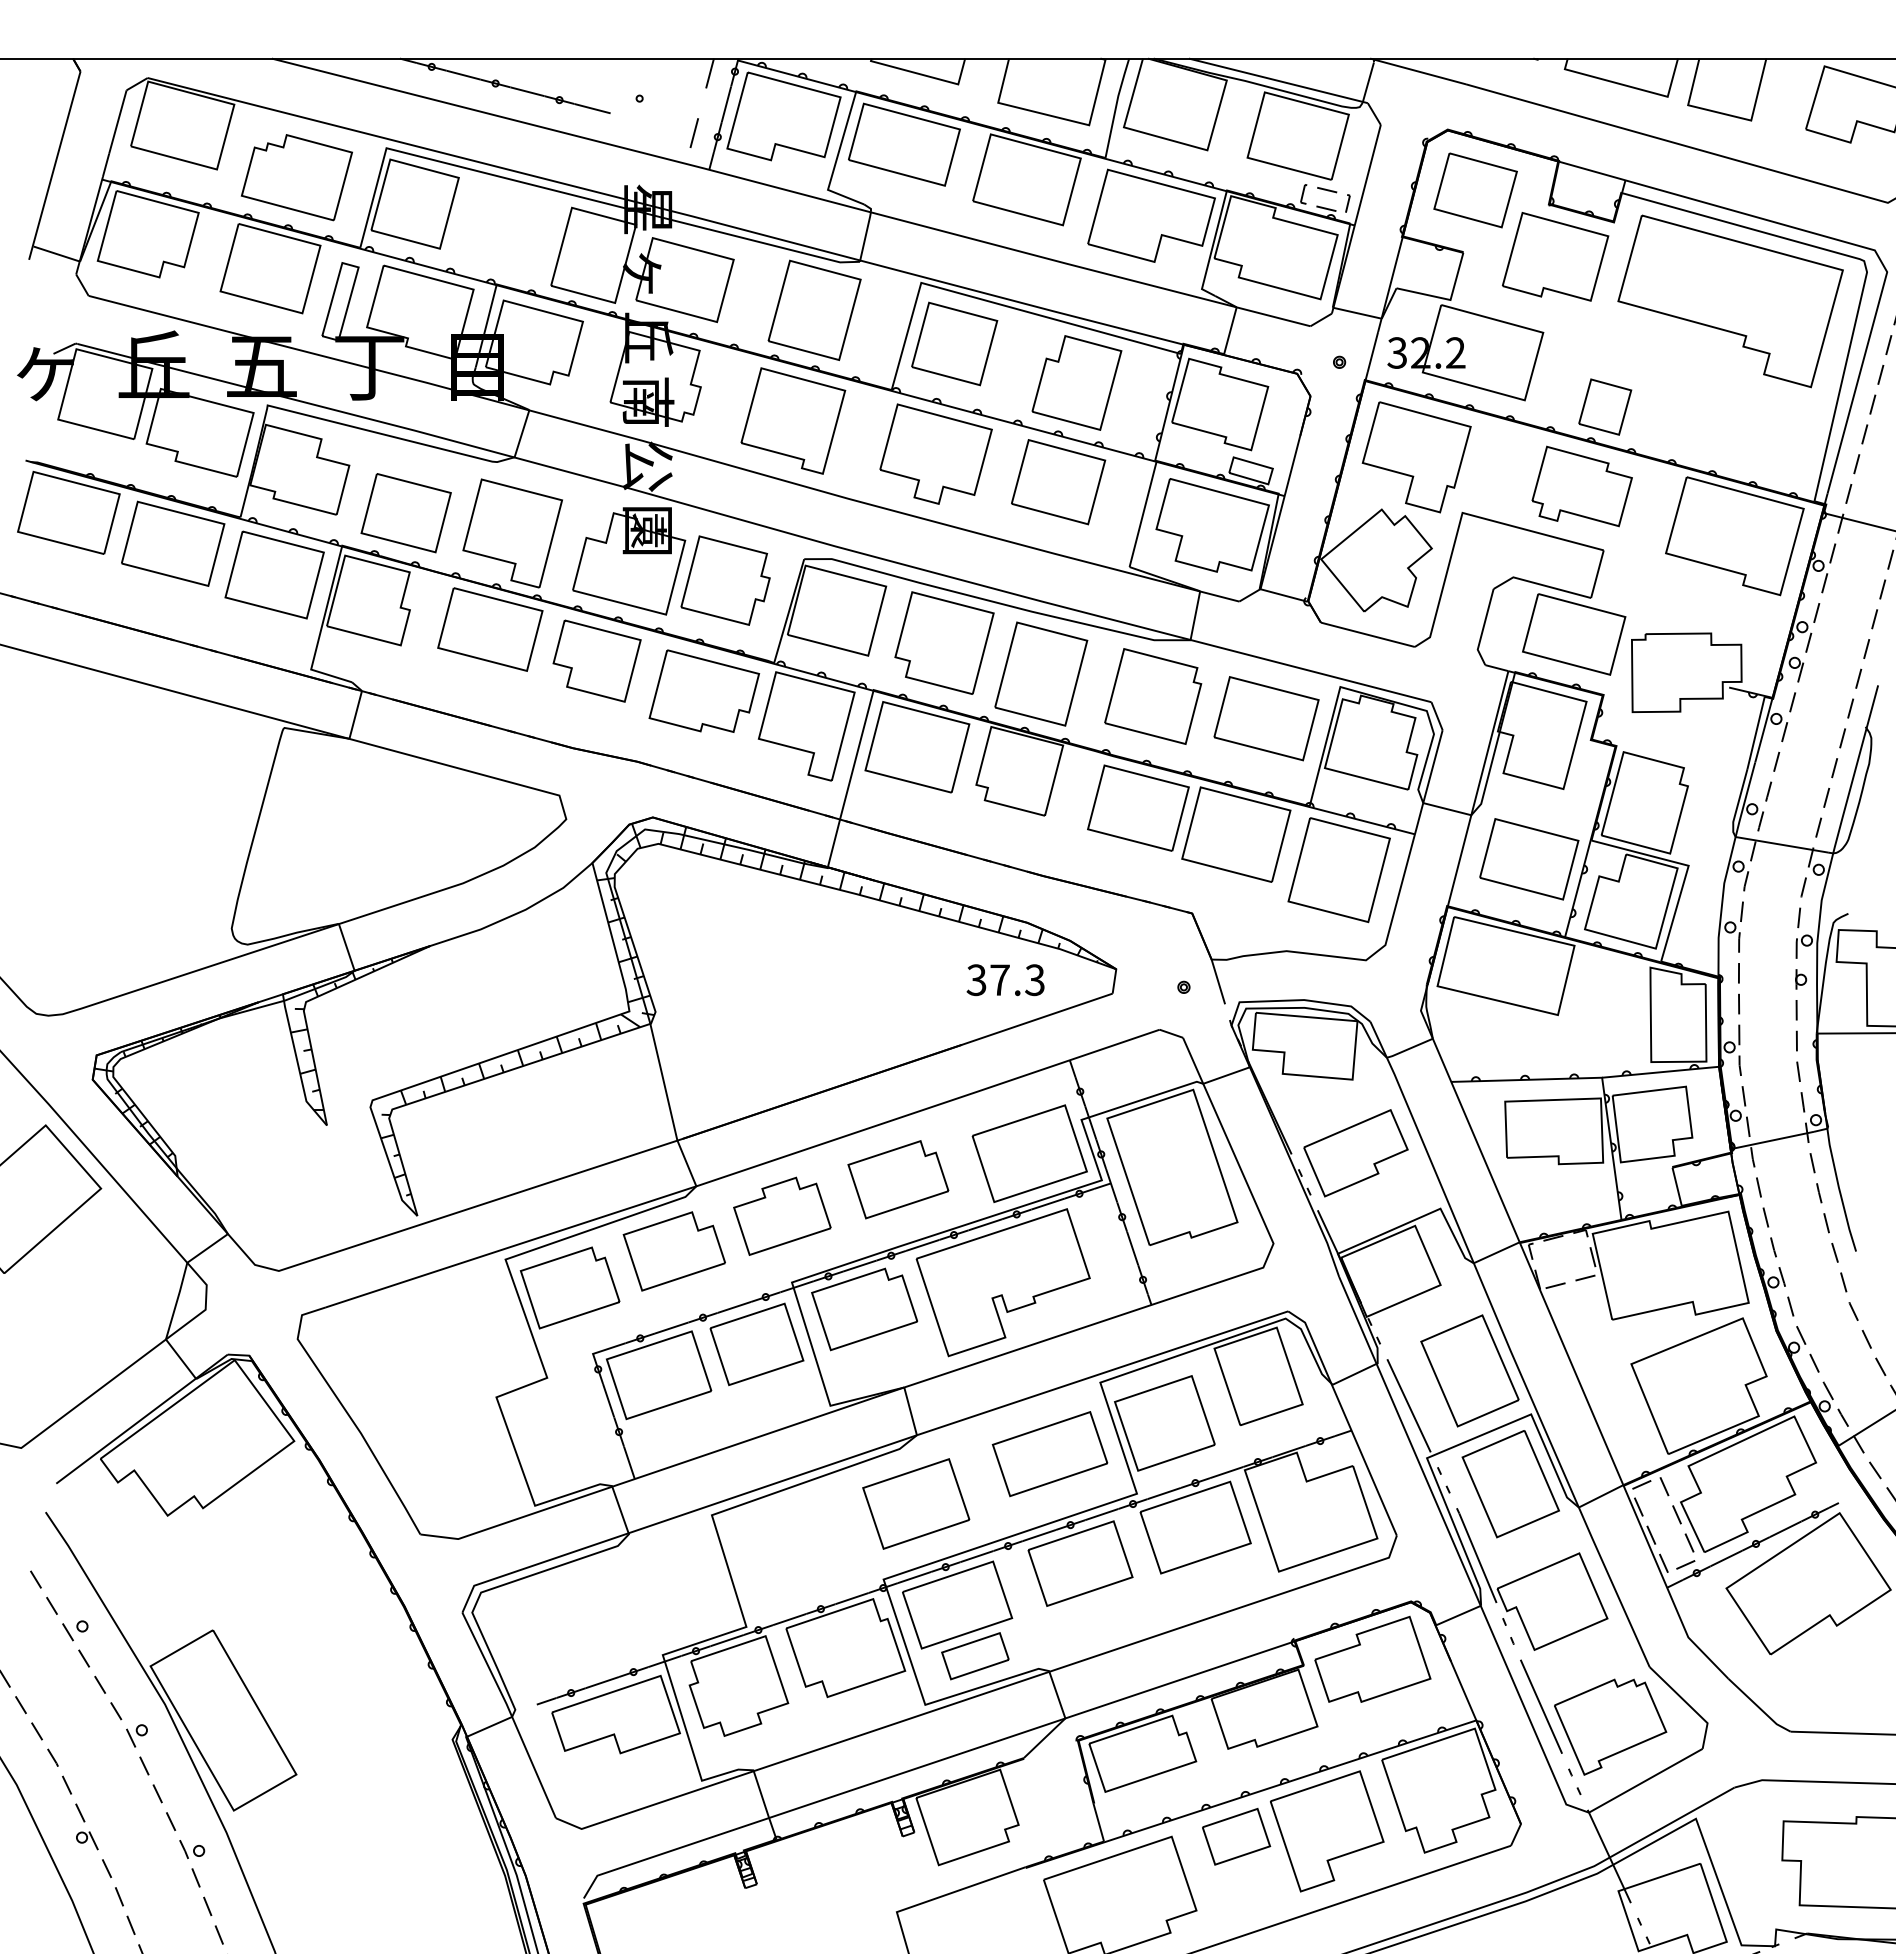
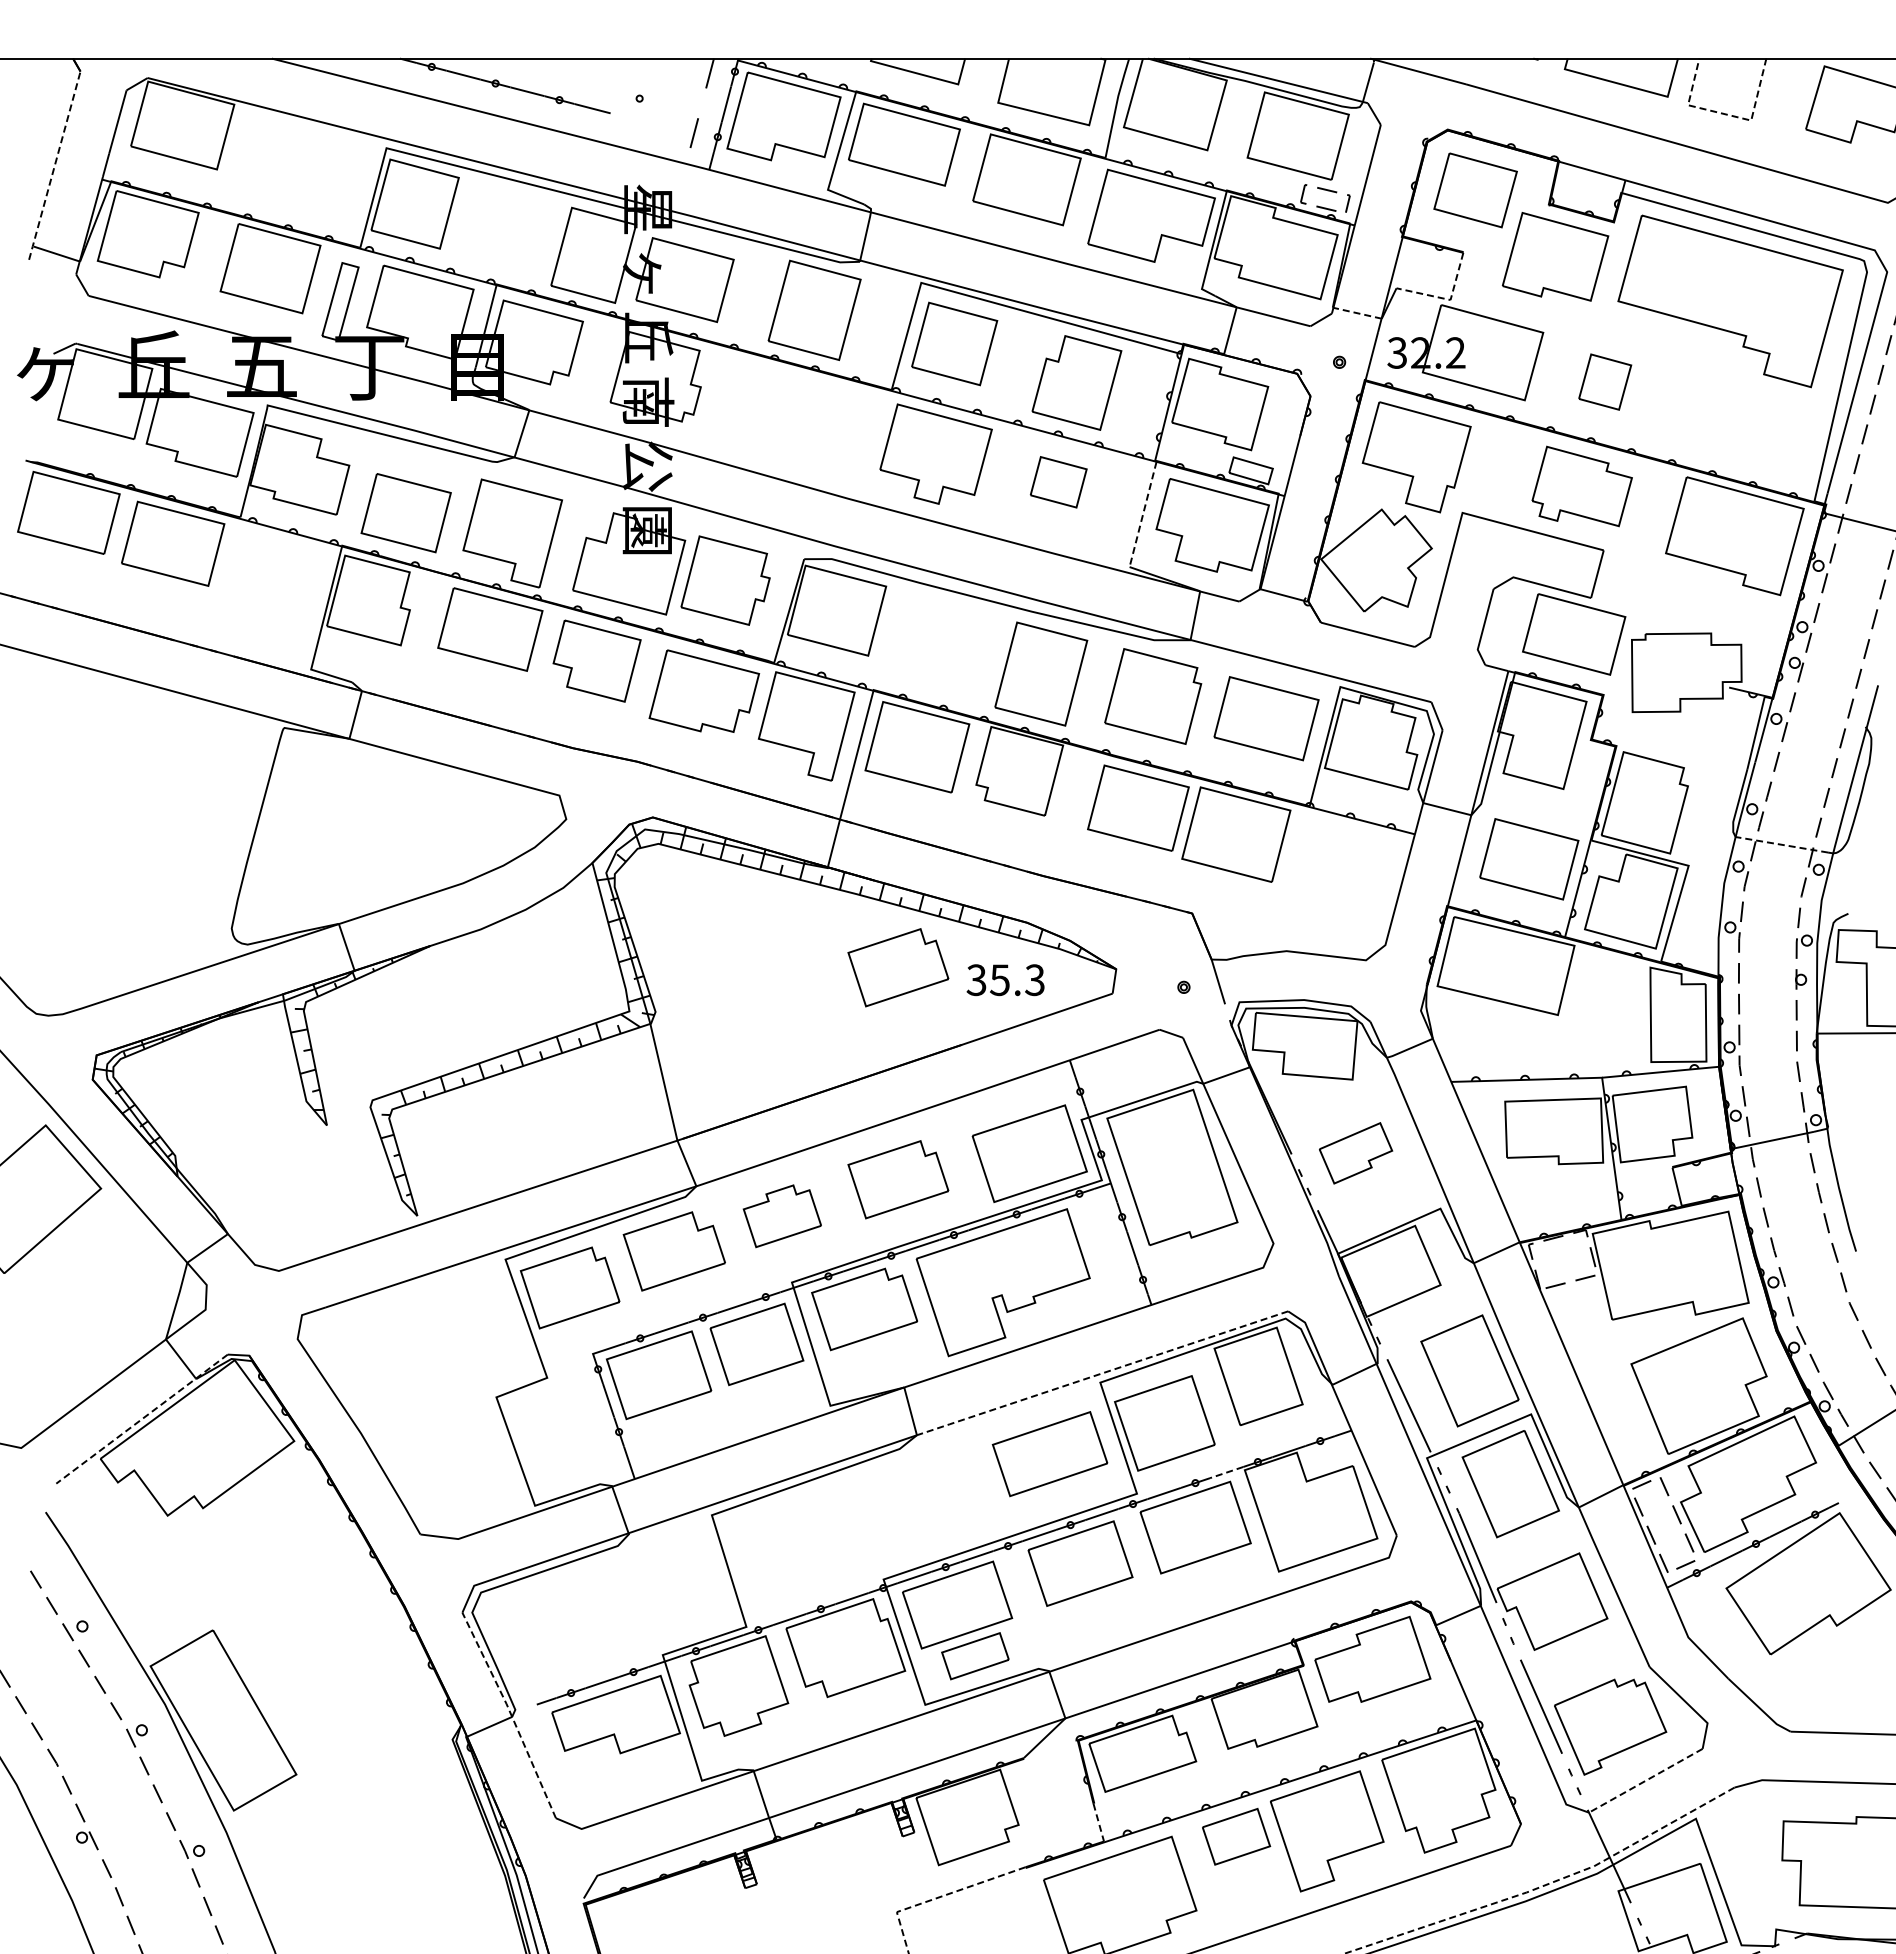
line at (1726, 114): solid -> dashed
line at (54, 165): solid -> dashed
part at (296, 177): present -> none
line at (1447, 299): solid -> dashed
line at (1356, 313): solid -> dashed
part at (1605, 406) position: (1605, 406) -> (1605, 381)
part at (793, 420): present -> none
part at (1058, 482) size: 96x87 px -> 59x53 px
line at (1142, 514): solid -> dashed
part at (274, 574): present -> none
part at (944, 642): present -> none
line at (1781, 844): solid -> dashed
part at (1338, 870): present -> none
part at (898, 967): none -> present
text at (999, 980): 37.3 -> 35.3
part at (1355, 1153) size: 106x89 px -> 75x63 px
part at (782, 1215) size: 99x80 px -> 80x65 px
line at (1101, 1373): solid -> dashed
line at (142, 1418): solid -> dashed
line at (1226, 1472): solid -> dashed
part at (916, 1503): present -> none
line at (510, 1714): solid -> dashed
line at (1645, 1781): solid -> dashed
line at (1098, 1822): solid -> dashed
line at (1545, 1885): solid -> dashed
line at (940, 1897): solid -> dashed
